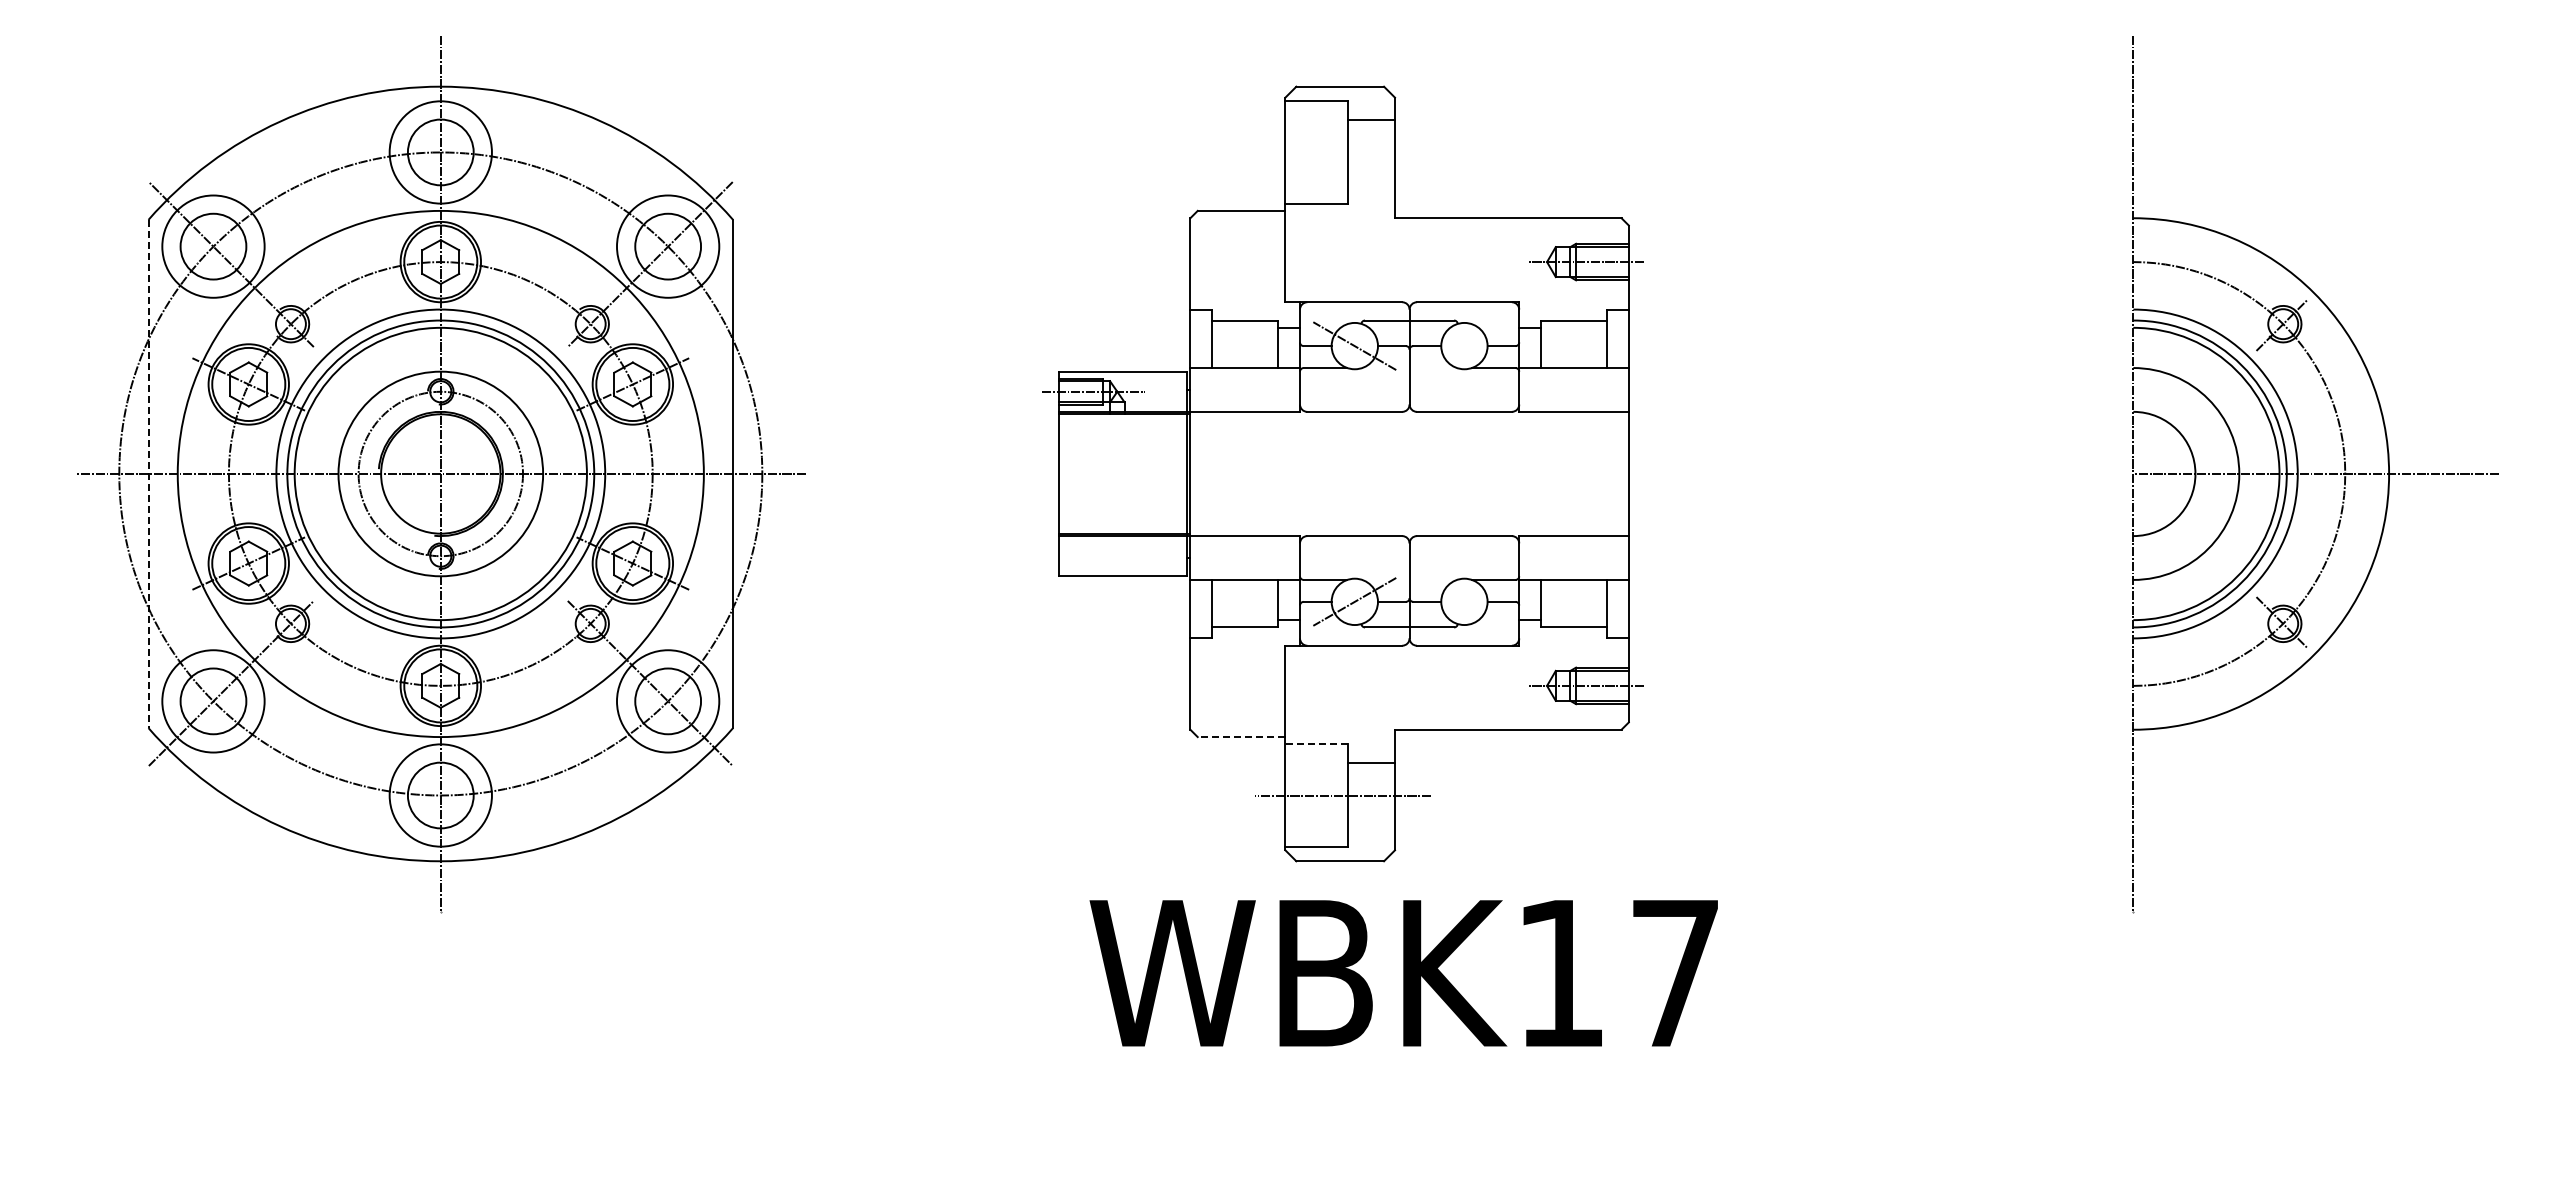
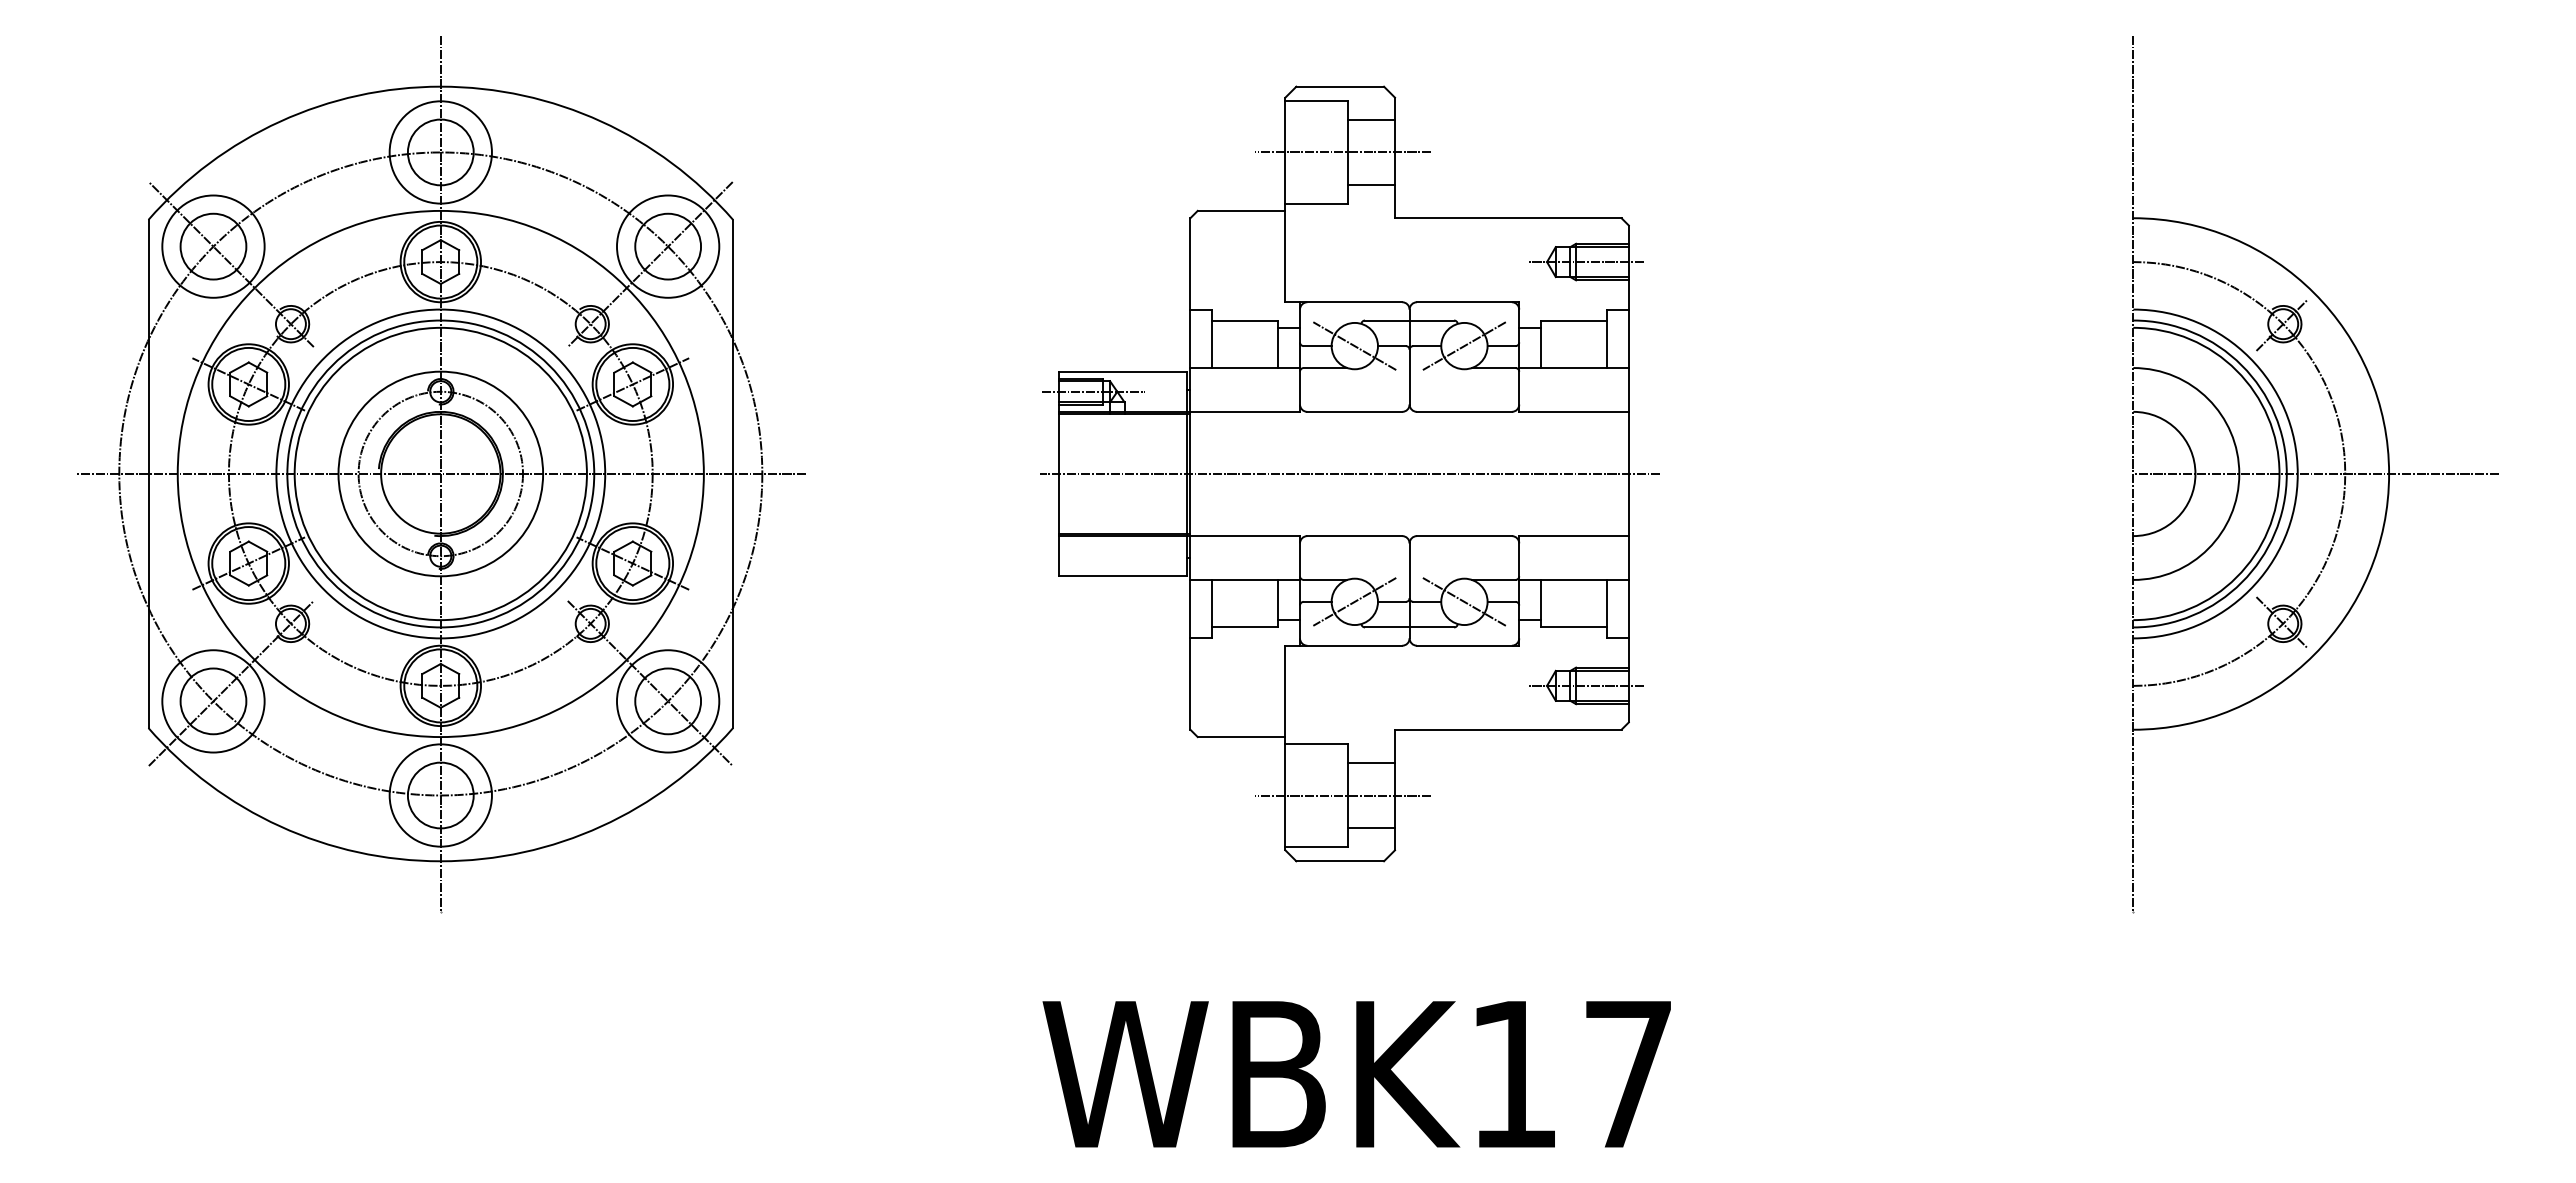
line at (1342, 152): none -> present
line at (1371, 185): none -> present
line at (1463, 346): none -> present
line at (1350, 473): none -> present
line at (148, 474): dashed -> solid
line at (1463, 601): none -> present
line at (1241, 737): dashed -> solid
line at (1315, 744): dashed -> solid
line at (1371, 828): none -> present
text at (1403, 973) position: (1403, 973) -> (1356, 1074)
